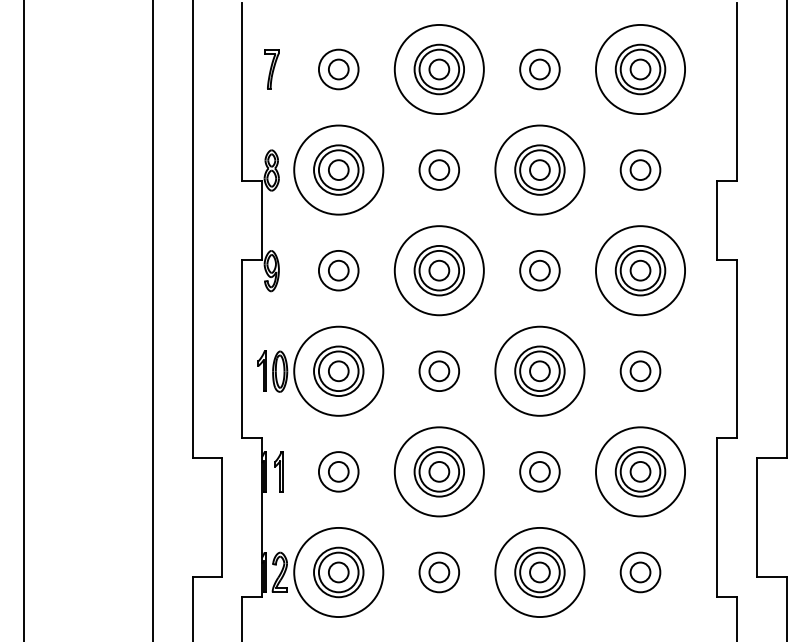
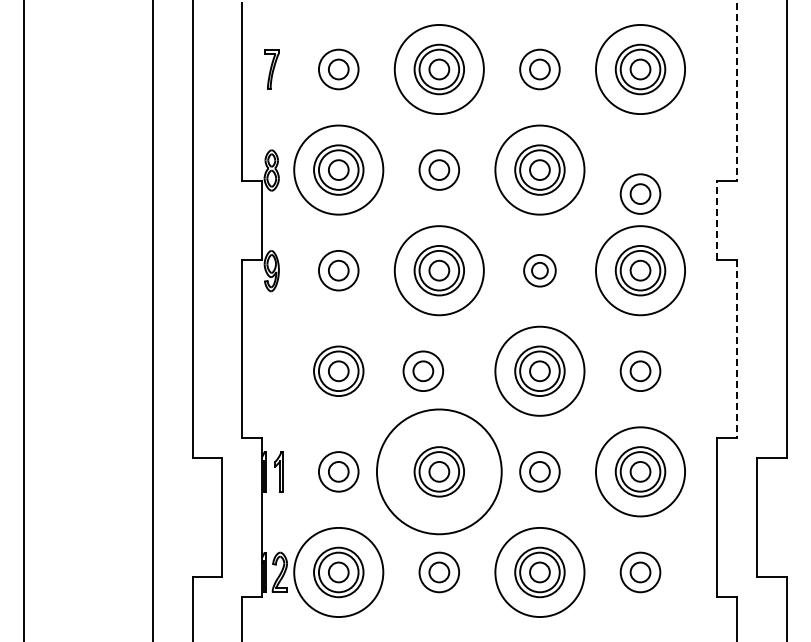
line at (737, 92): solid -> dashed
part at (640, 169) position: (640, 169) -> (640, 193)
line at (717, 220): solid -> dashed
part at (539, 270) size: 42x42 px -> 34x34 px
line at (737, 349): solid -> dashed
part at (320, 370): present -> none
part at (438, 370) position: (438, 370) -> (422, 370)
circle at (438, 471) diameter: 89 px -> 125 px
